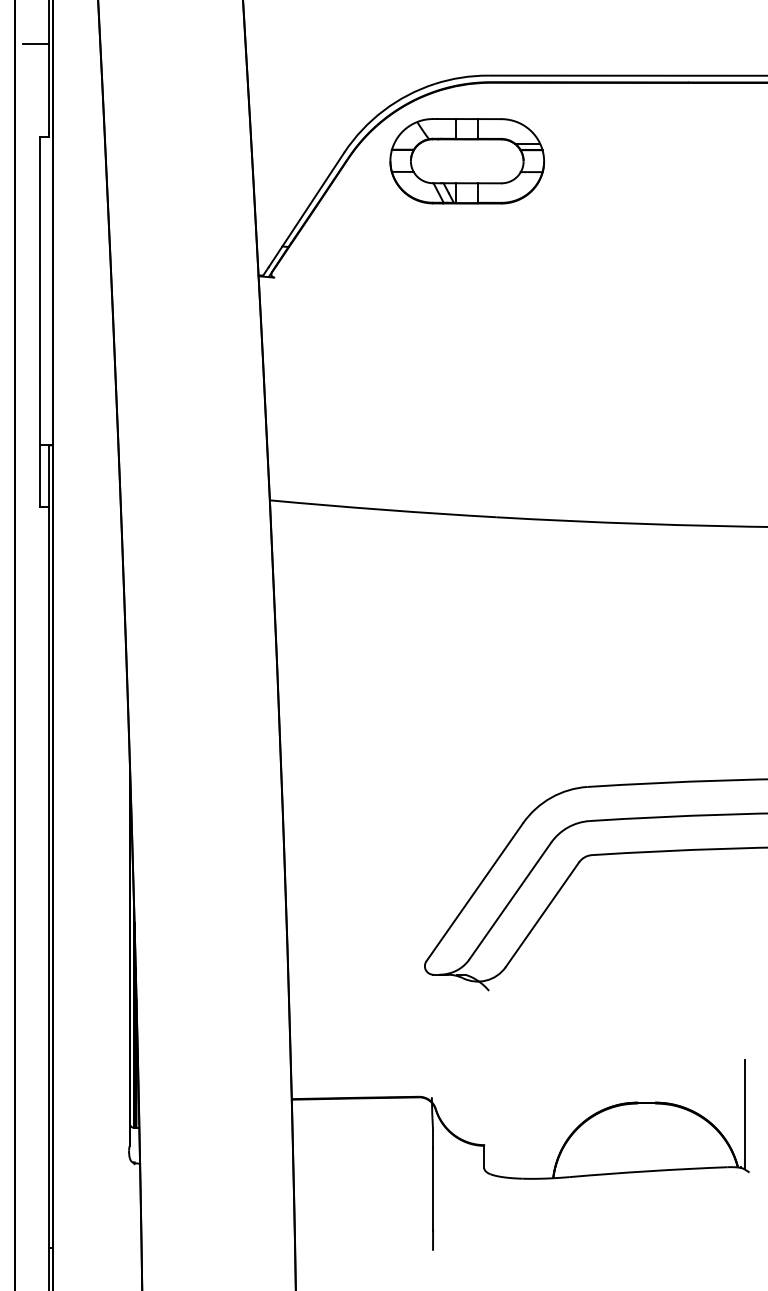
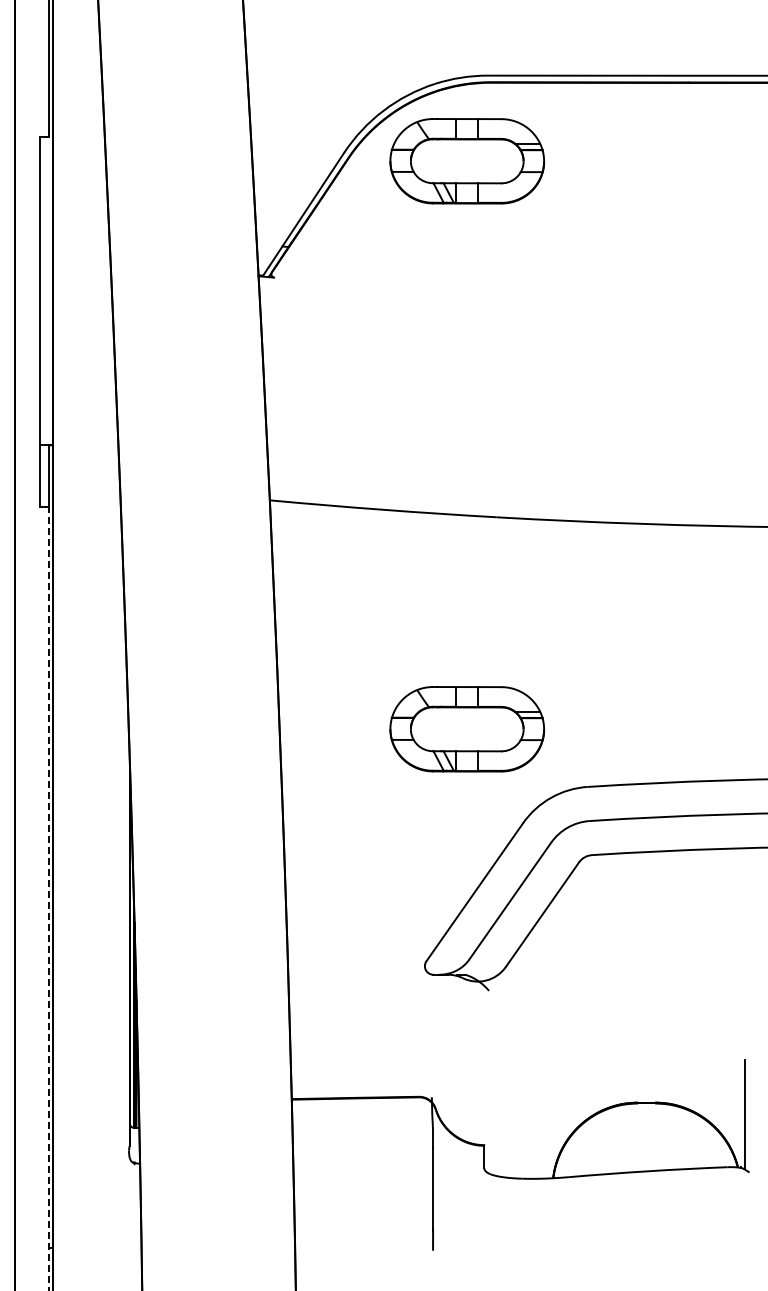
line at (35, 43): present -> none
part at (467, 729): none -> present
line at (48, 898): solid -> dashed
